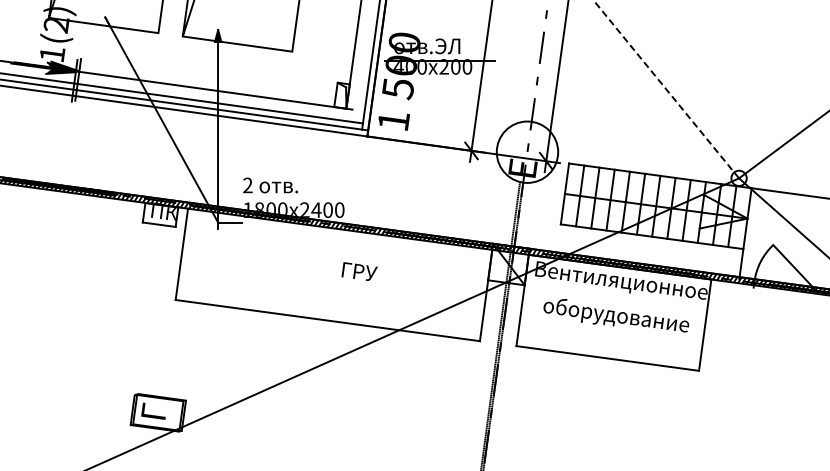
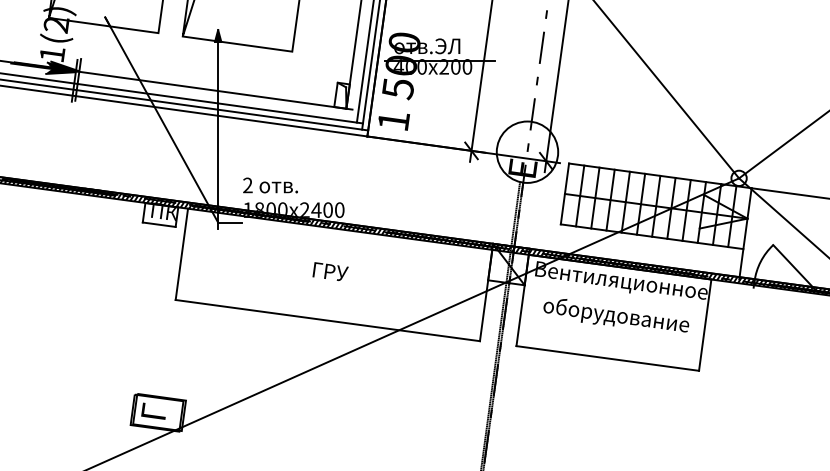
line at (364, 62): none -> present
line at (666, 89): dashed -> solid
text at (359, 271) position: (359, 271) -> (330, 271)
